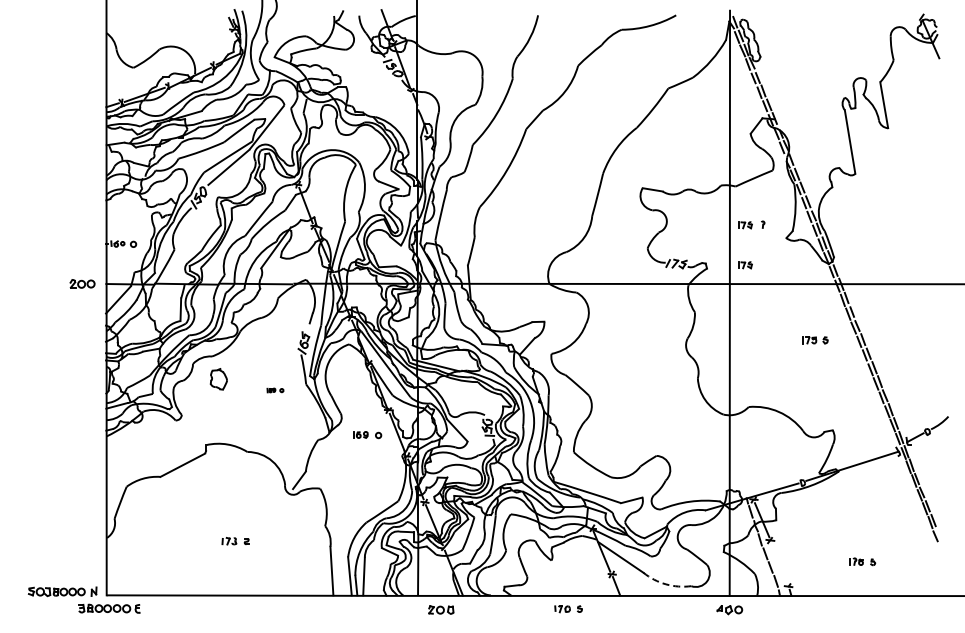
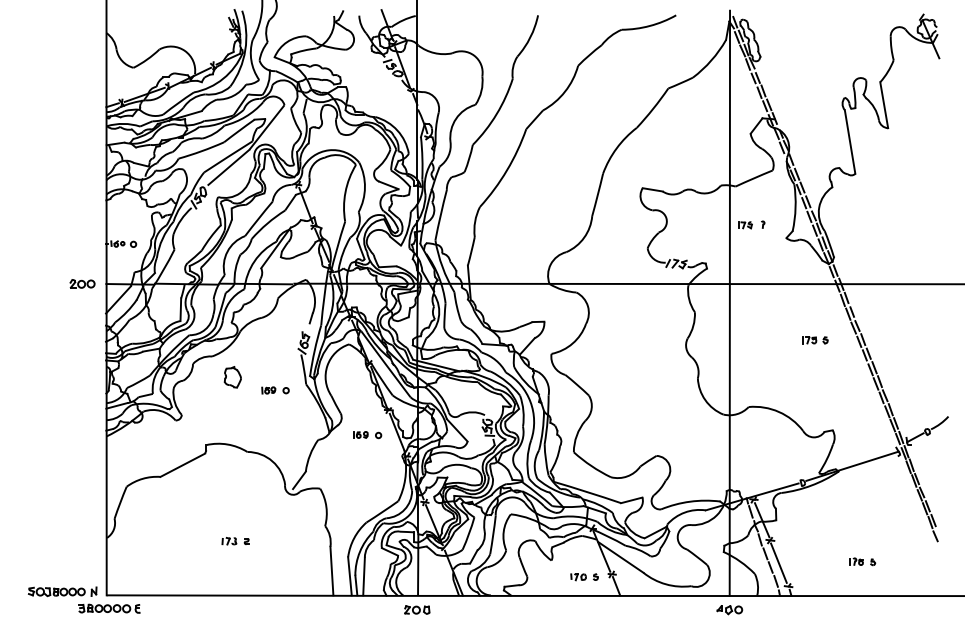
part at (745, 265): present -> none
part at (218, 379) position: (218, 379) -> (232, 377)
part at (275, 390) size: 19x7 px -> 29x9 px
line at (778, 562): none -> present
arc at (665, 584): dashed -> solid
part at (441, 609) position: (441, 609) -> (417, 609)
part at (568, 609) position: (568, 609) -> (584, 577)
